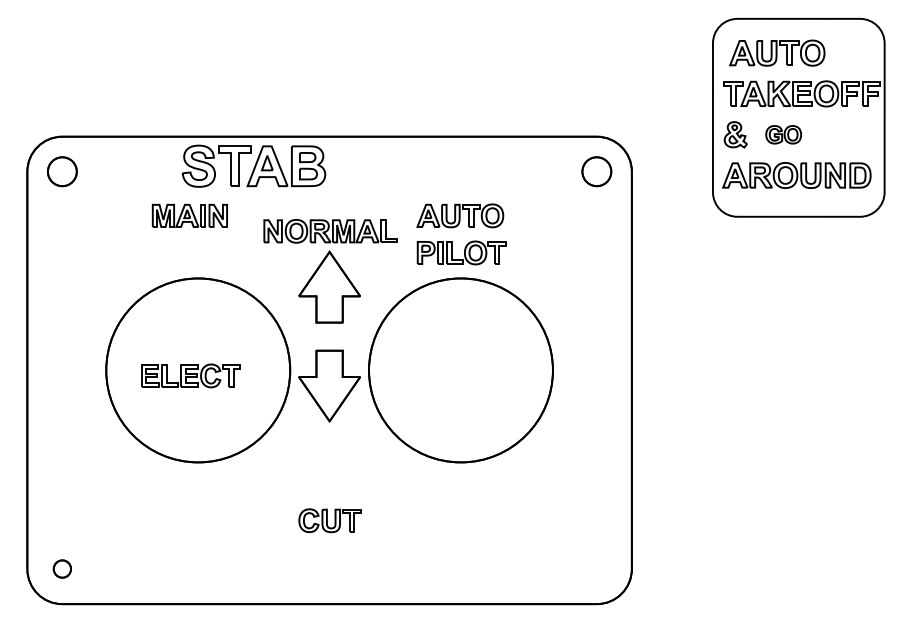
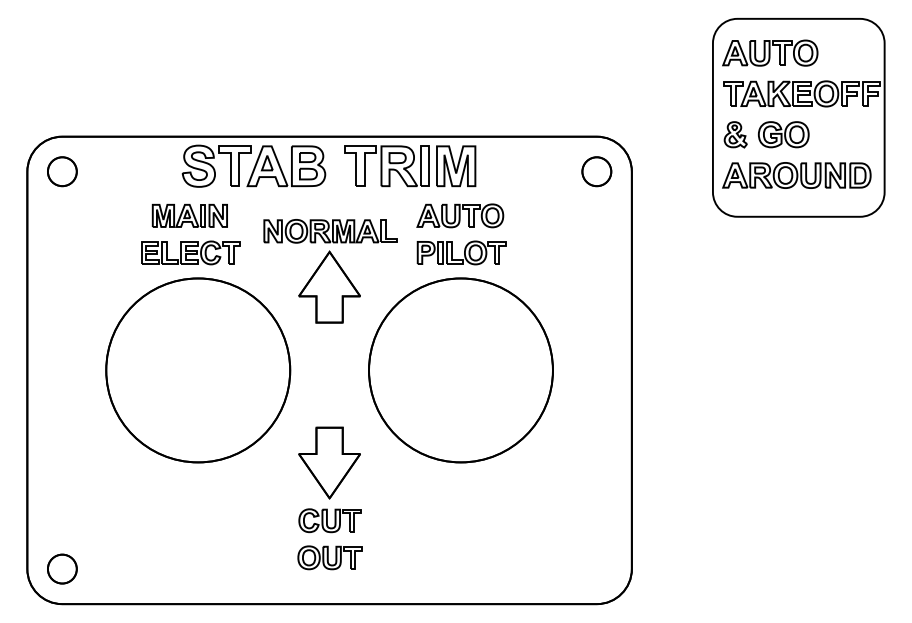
part at (777, 52) position: (777, 52) -> (770, 52)
part at (783, 134) size: 37x20 px -> 53x28 px
part at (410, 166): none -> present
part at (190, 375) position: (190, 375) -> (190, 252)
part at (329, 385) position: (329, 385) -> (329, 462)
part at (329, 557): none -> present
part at (61, 568) size: 20x20 px -> 31x32 px
